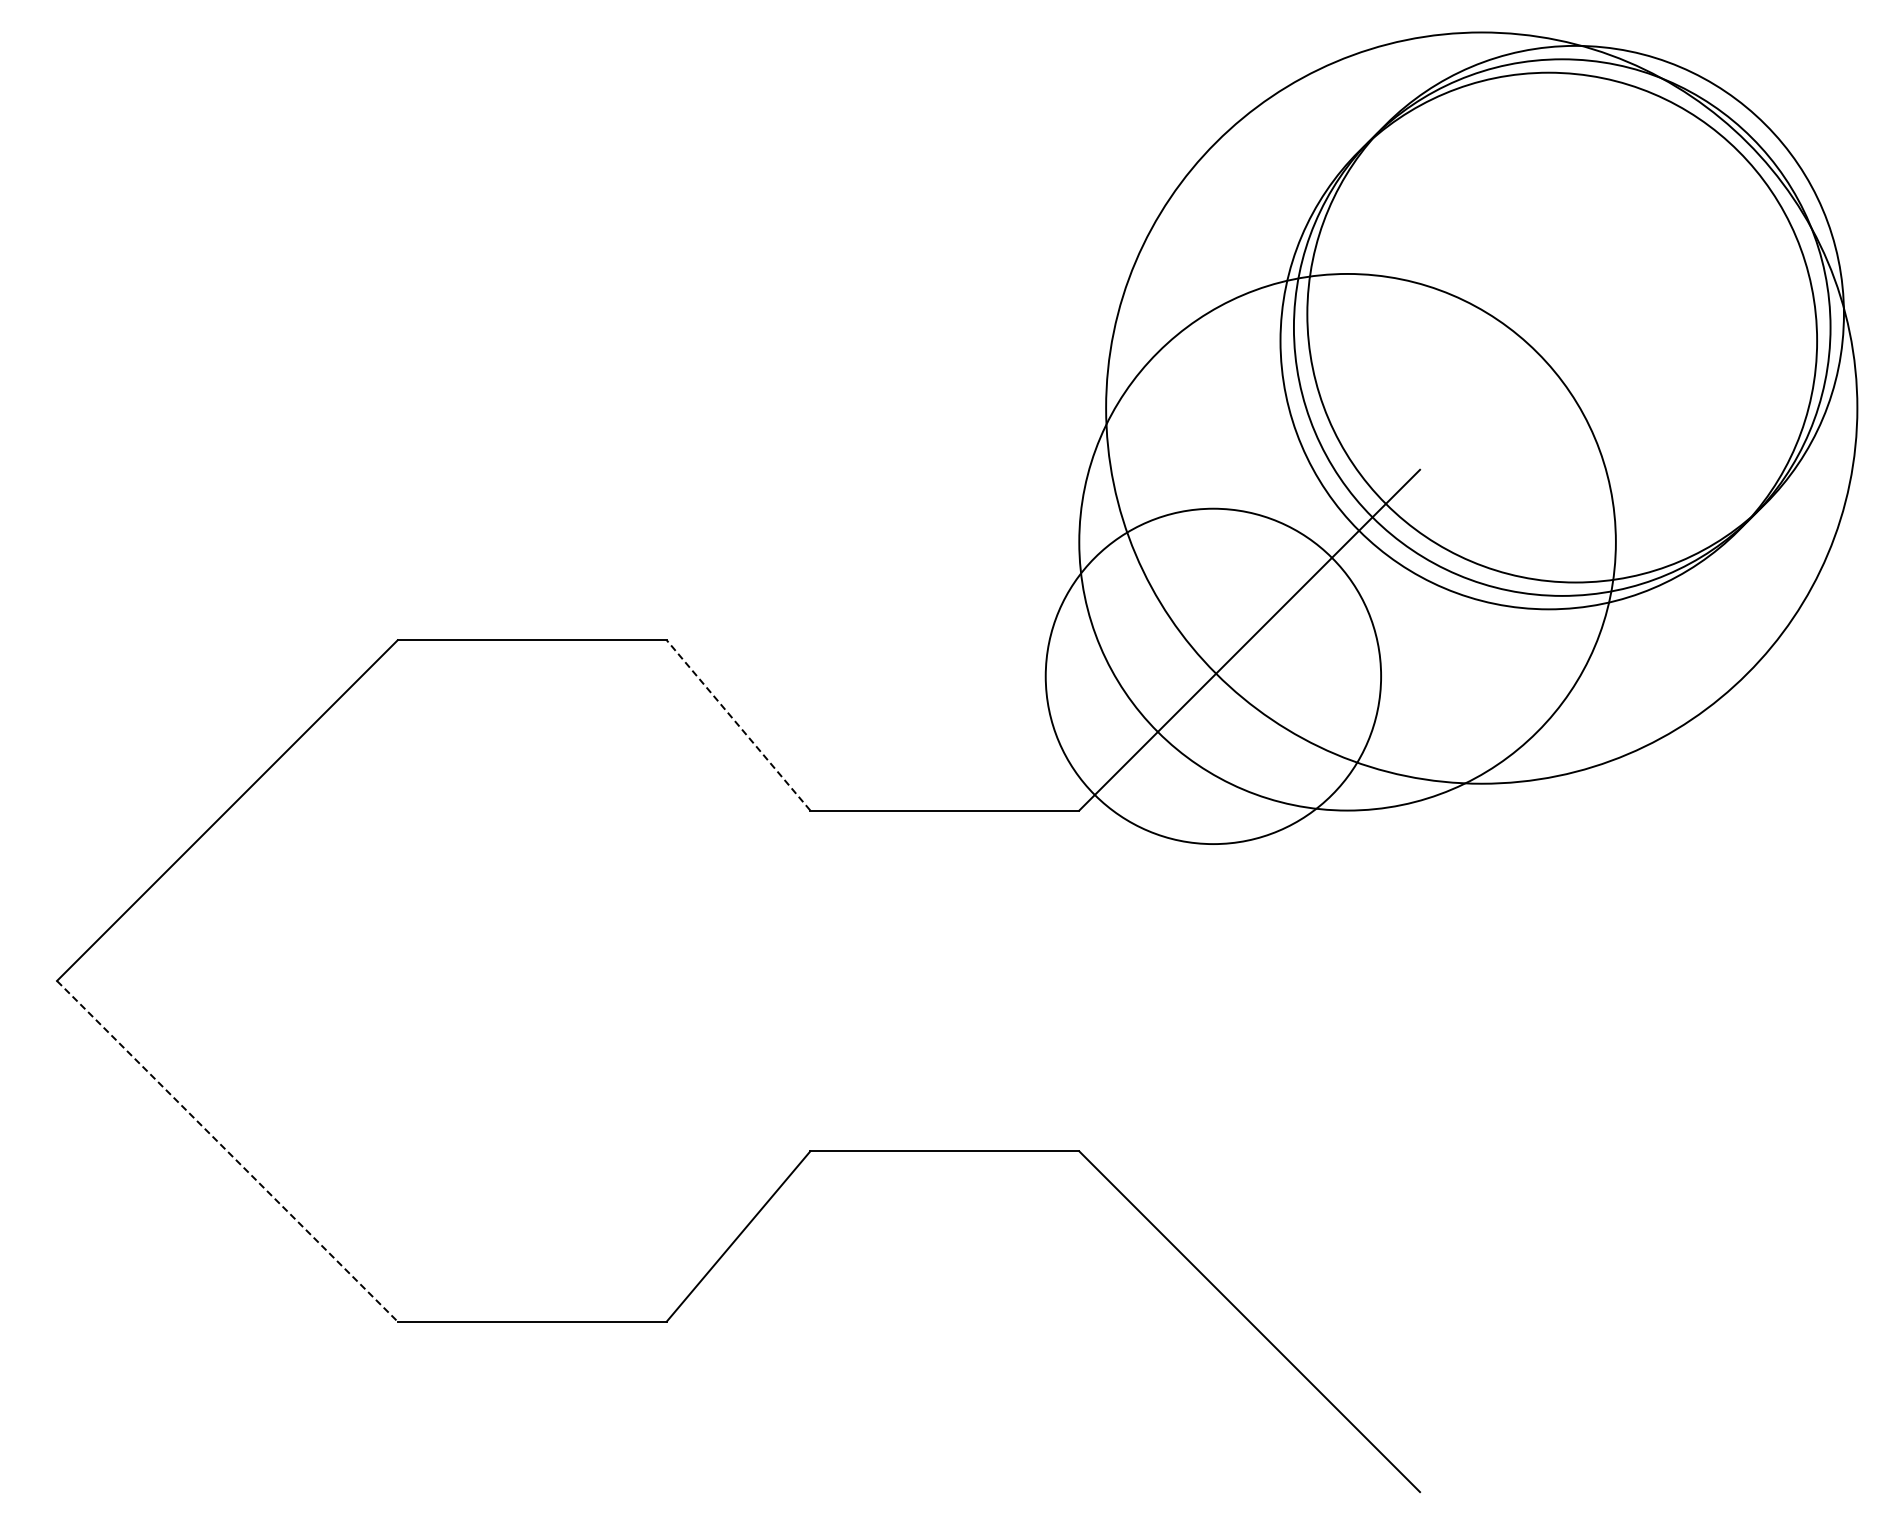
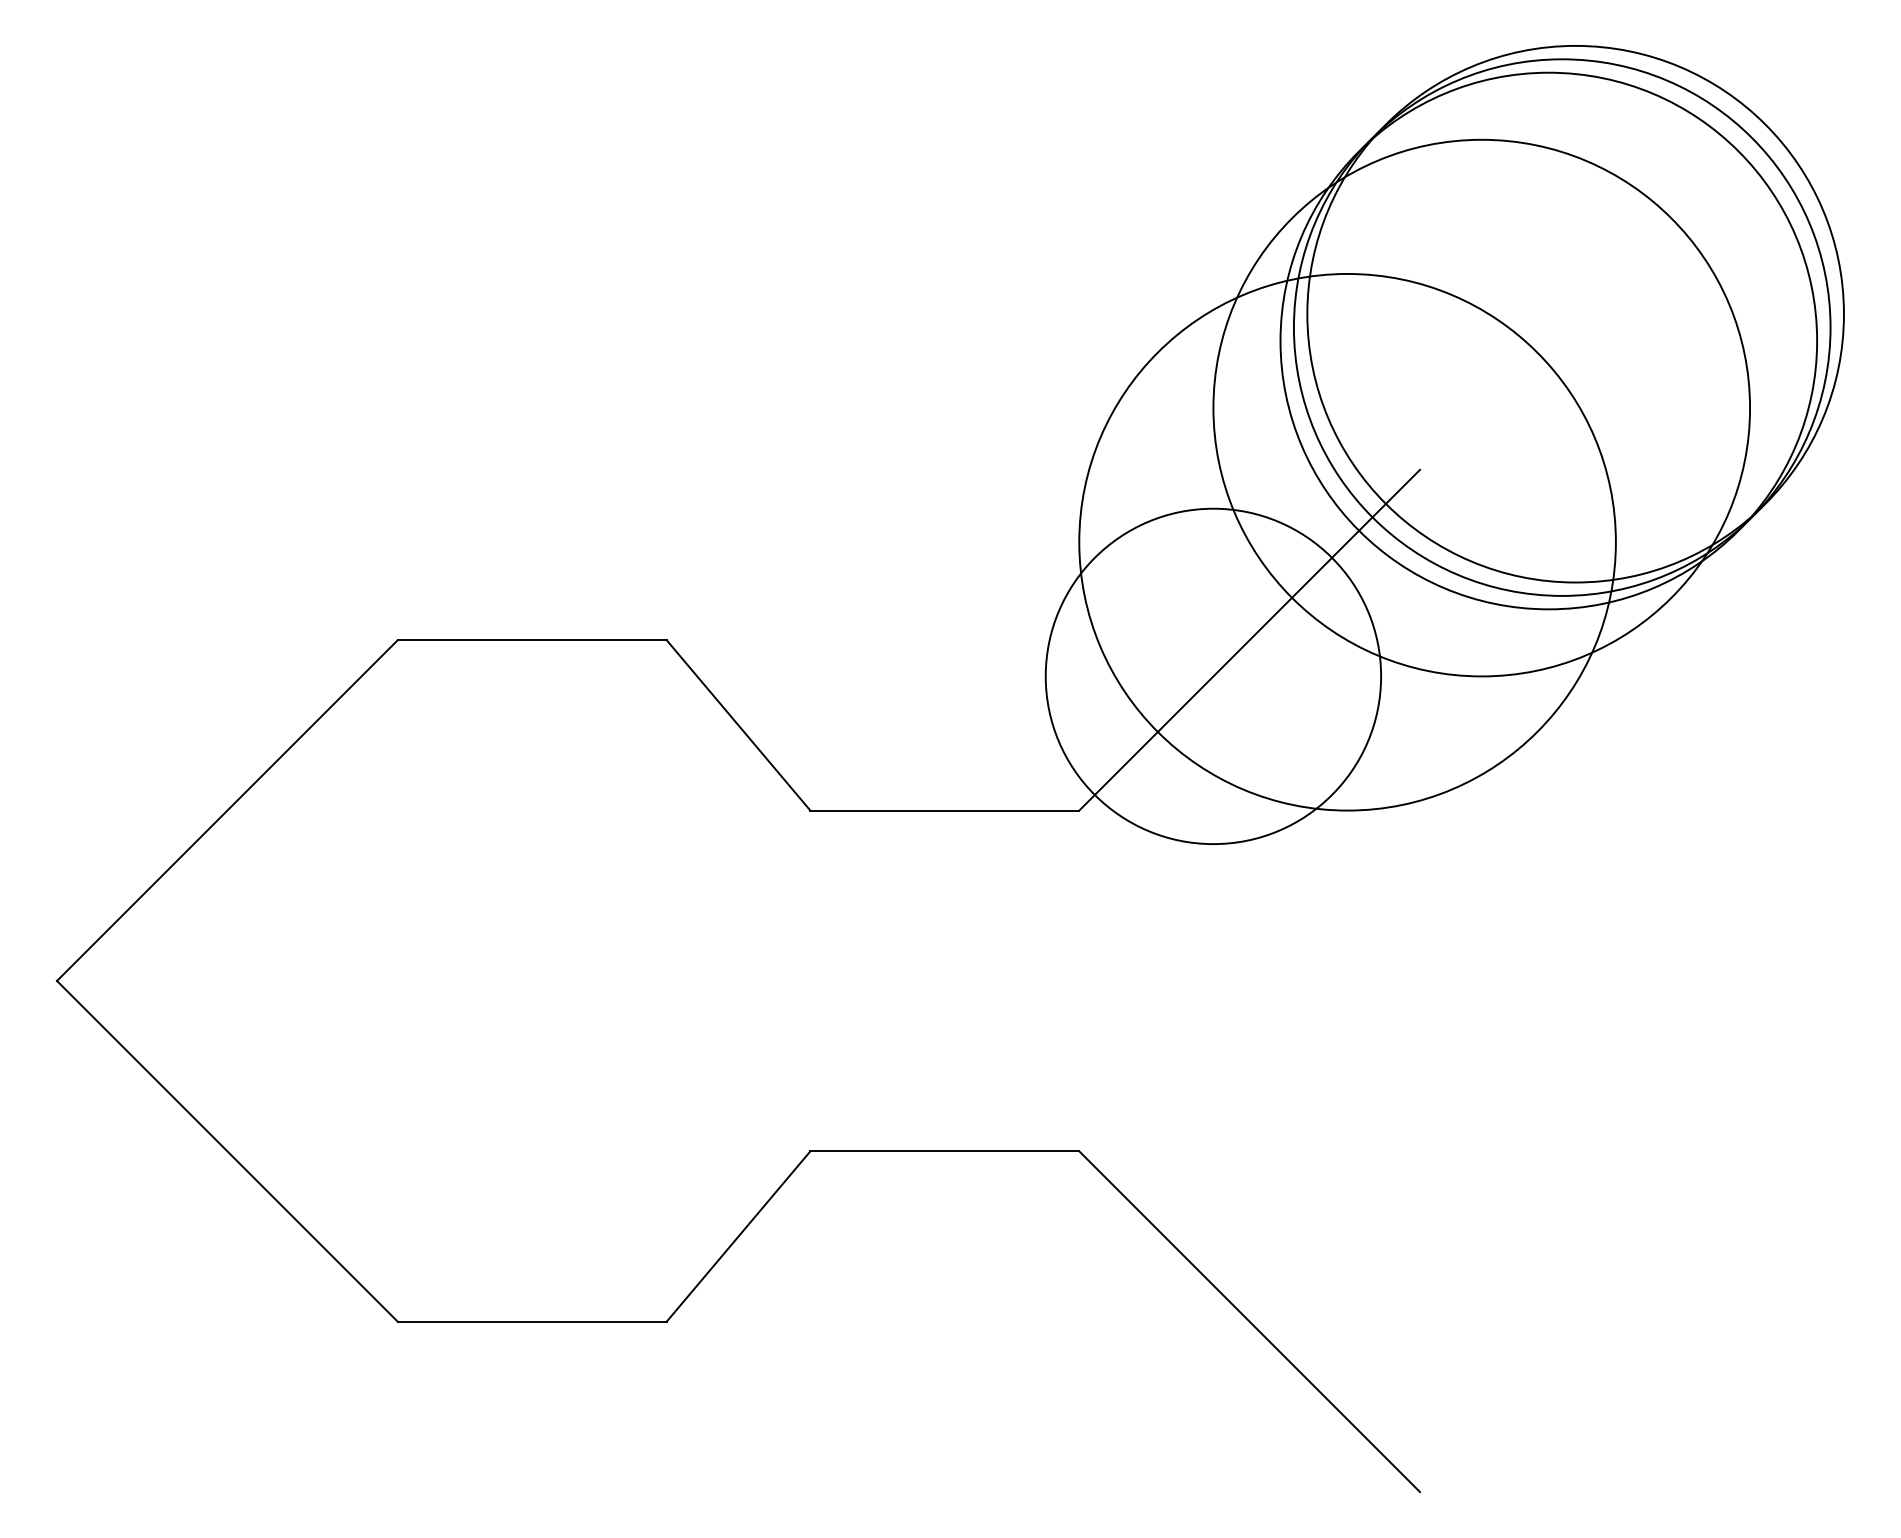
circle at (1481, 407) diameter: 751 px -> 537 px
line at (738, 725): dashed -> solid
line at (227, 1151): dashed -> solid
